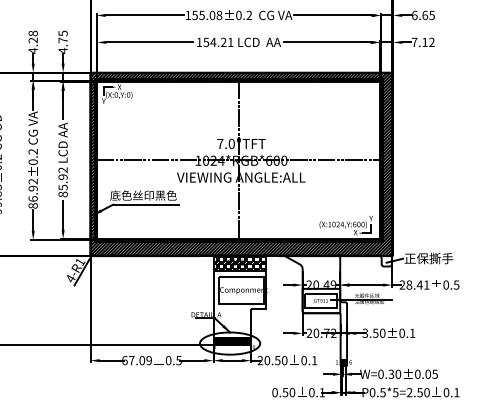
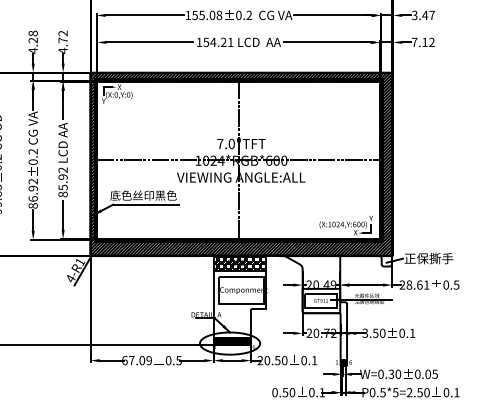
text at (423, 15): 6.65 -> 3.47
text at (62, 33): 4.75 -> 4.72
text at (419, 284): 28.41 -> 28.61
